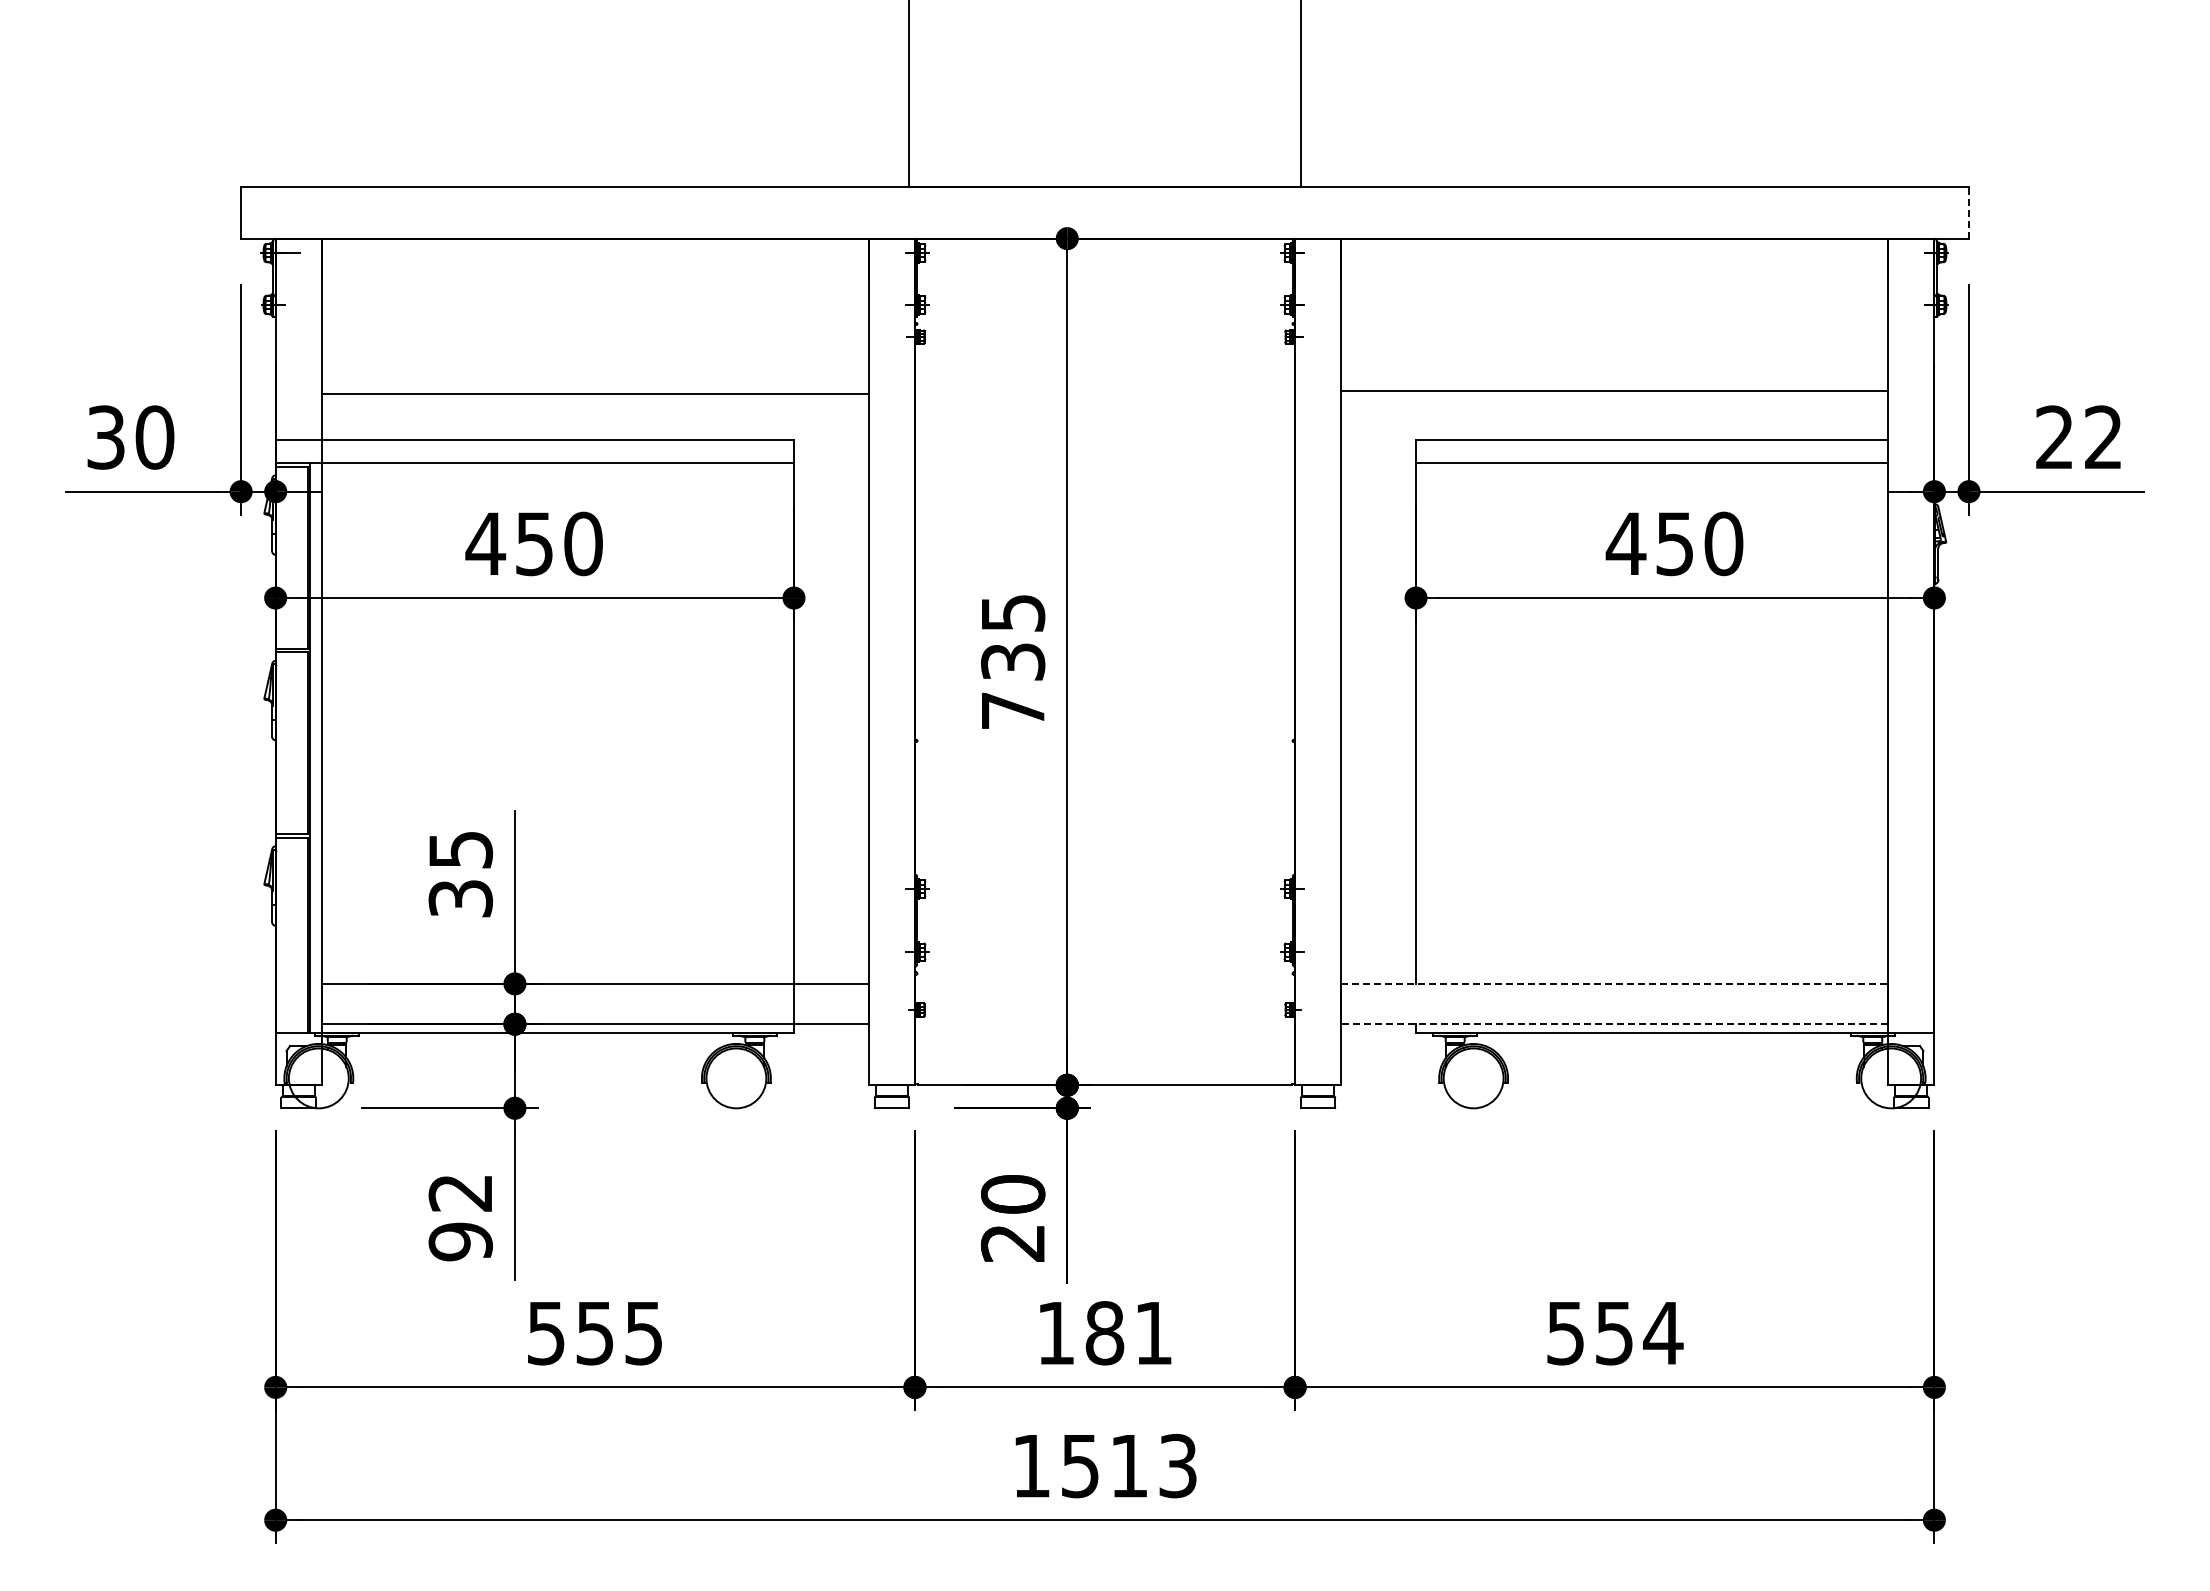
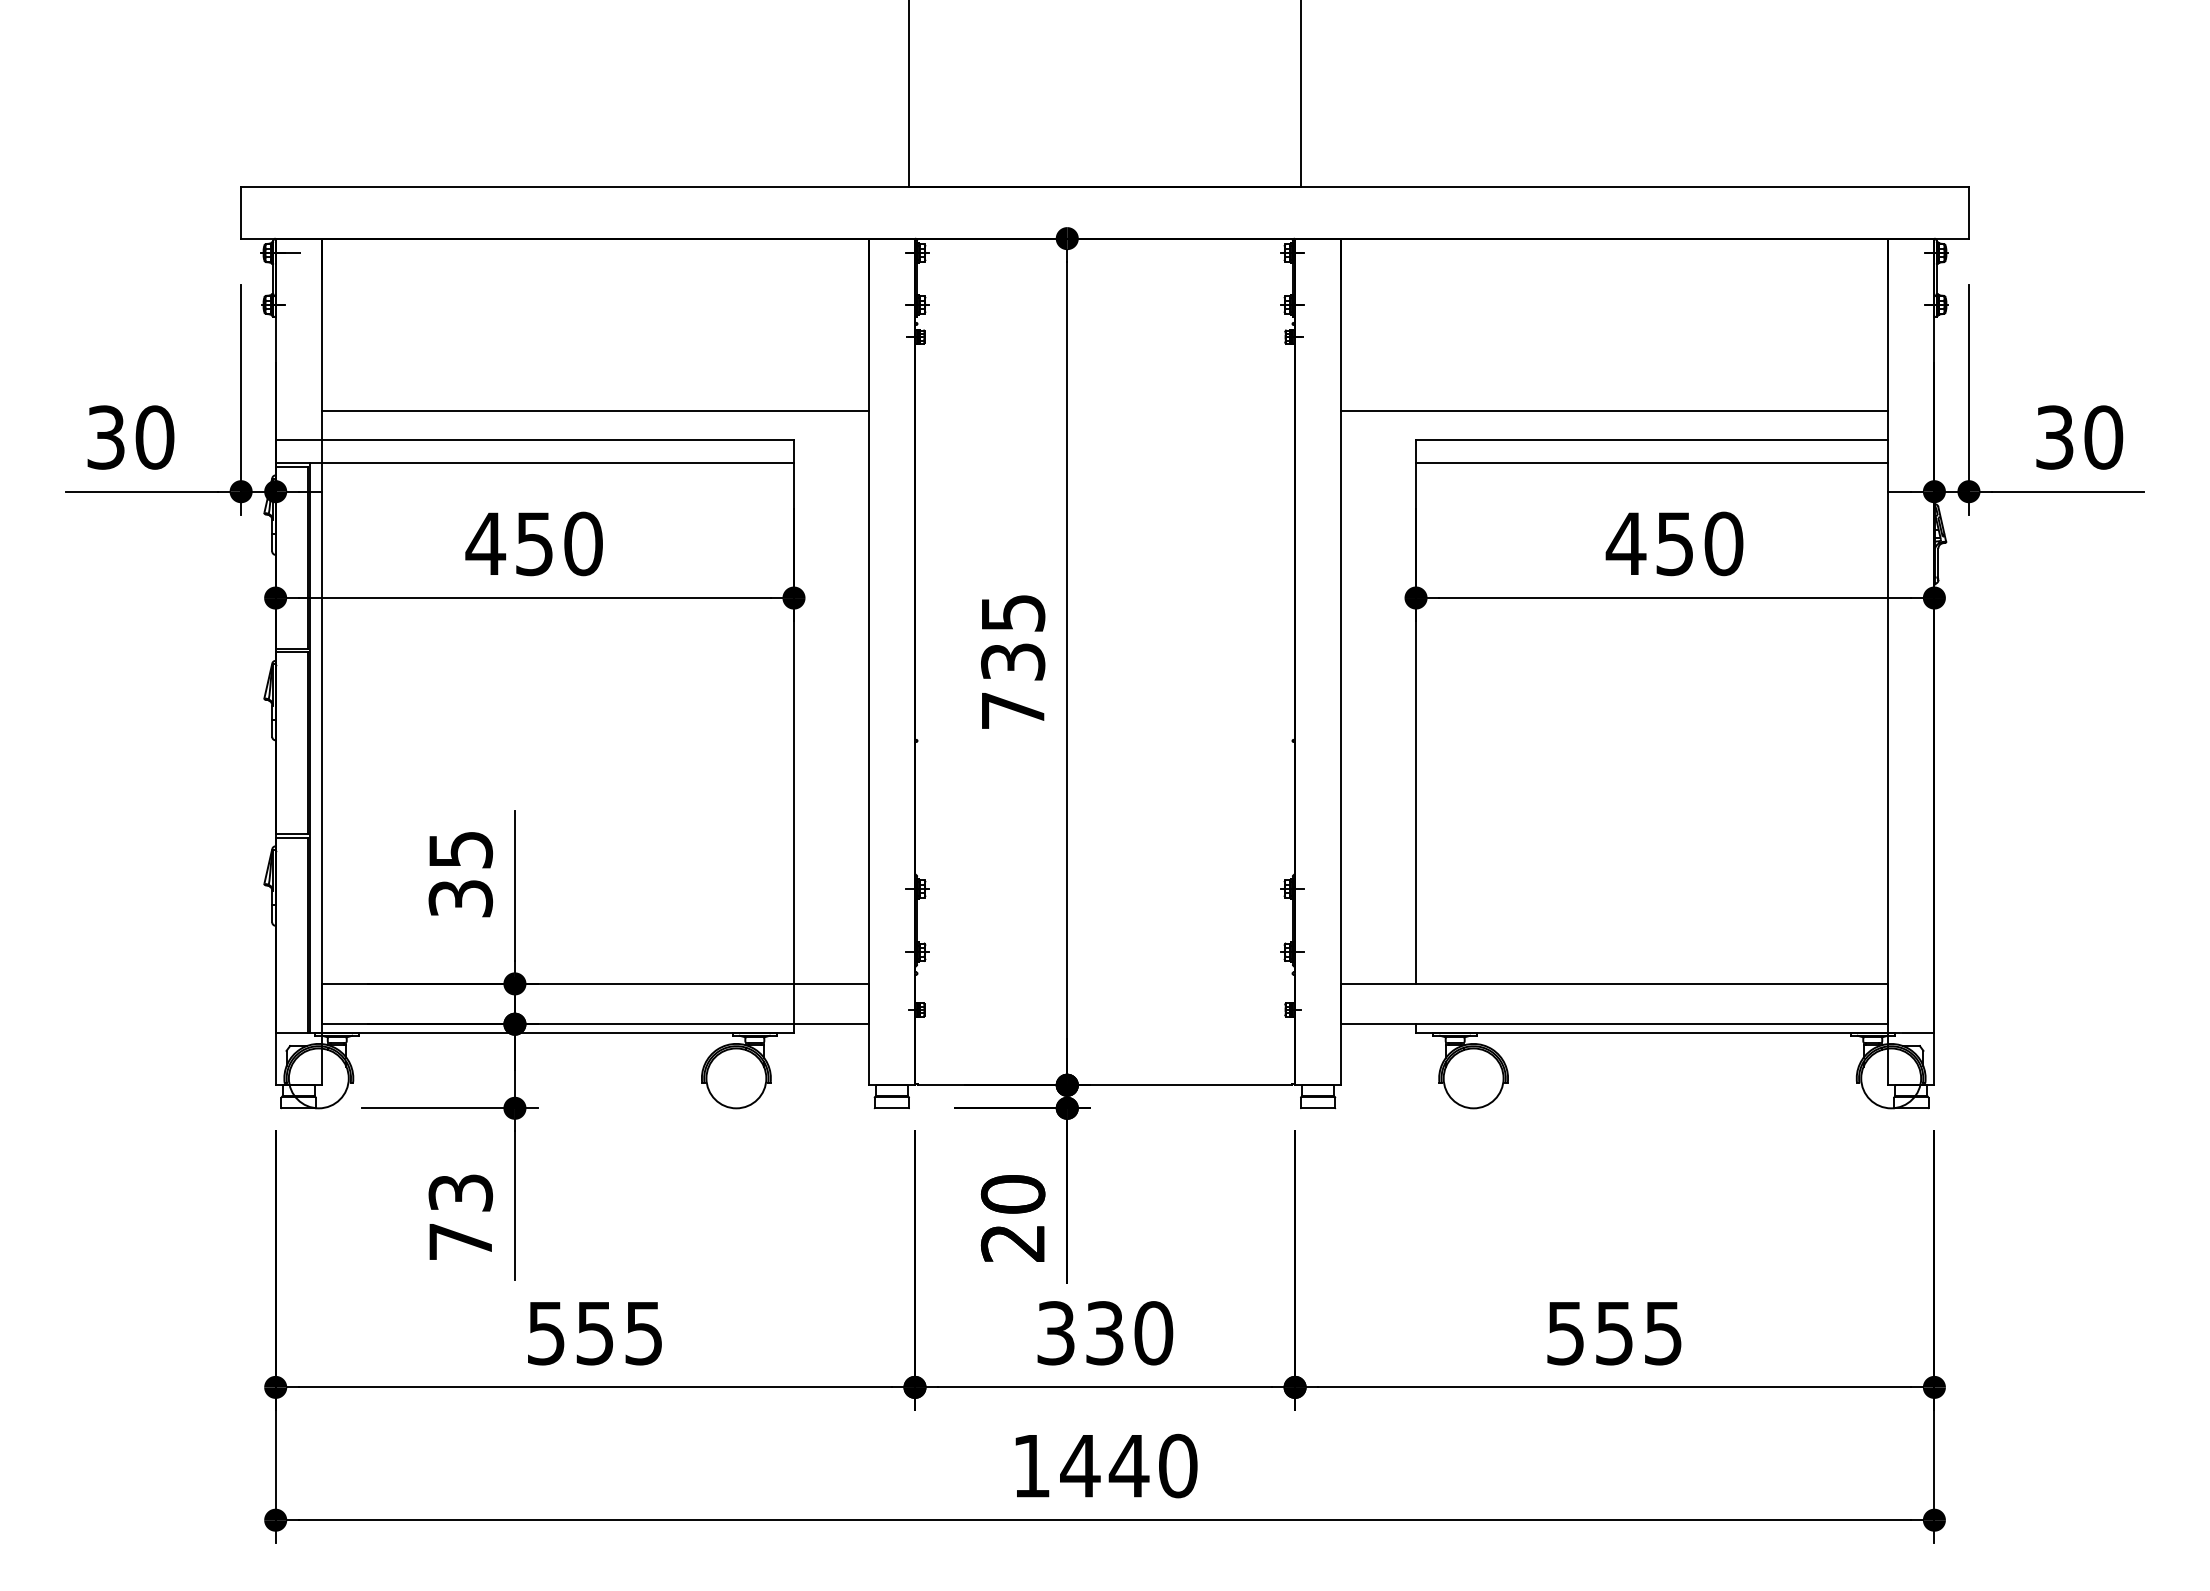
line at (1968, 212): dashed -> solid
line at (1614, 391) position: (1614, 391) -> (1614, 411)
line at (594, 394) position: (594, 394) -> (594, 411)
text at (2079, 437): 22 -> 30
line at (1614, 983): dashed -> solid
line at (1614, 1024): dashed -> solid
text at (460, 1217): 92 -> 73
text at (1105, 1333): 181 -> 330
text at (1663, 1333): 554 -> 555
text at (1128, 1465): 1513 -> 1440
